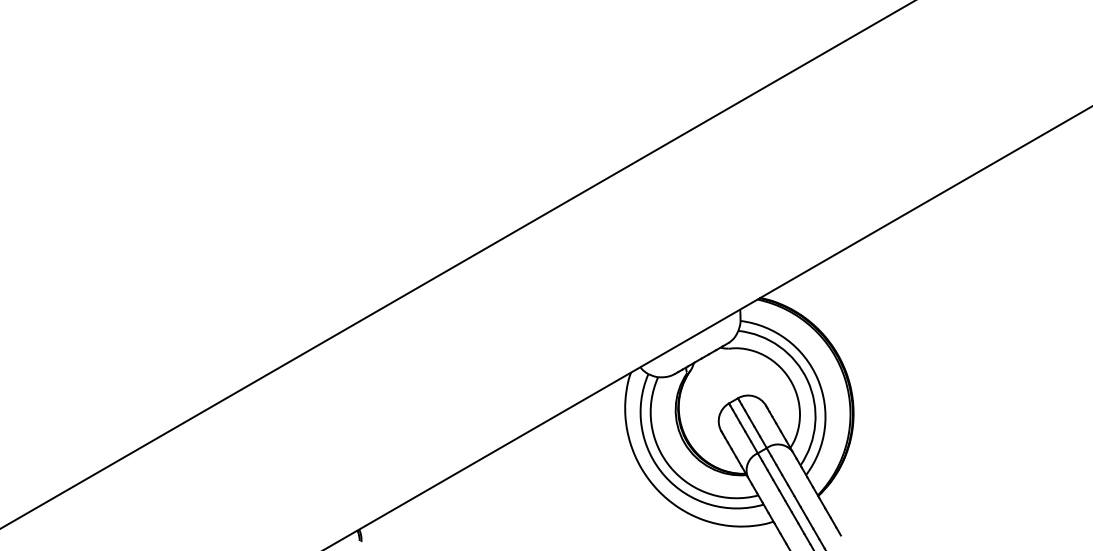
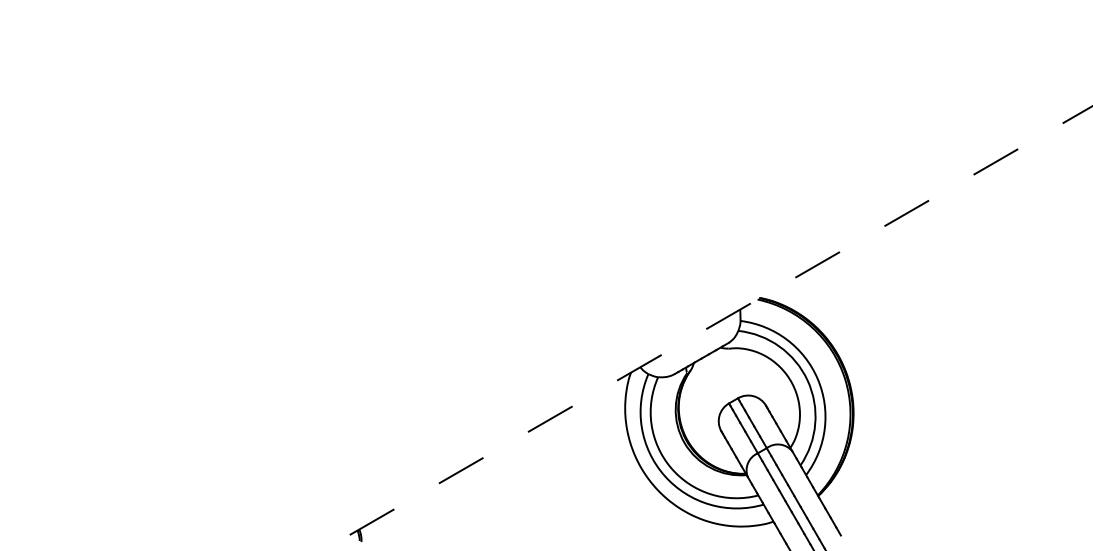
line at (457, 264): present -> none
line at (707, 328): solid -> dashed
